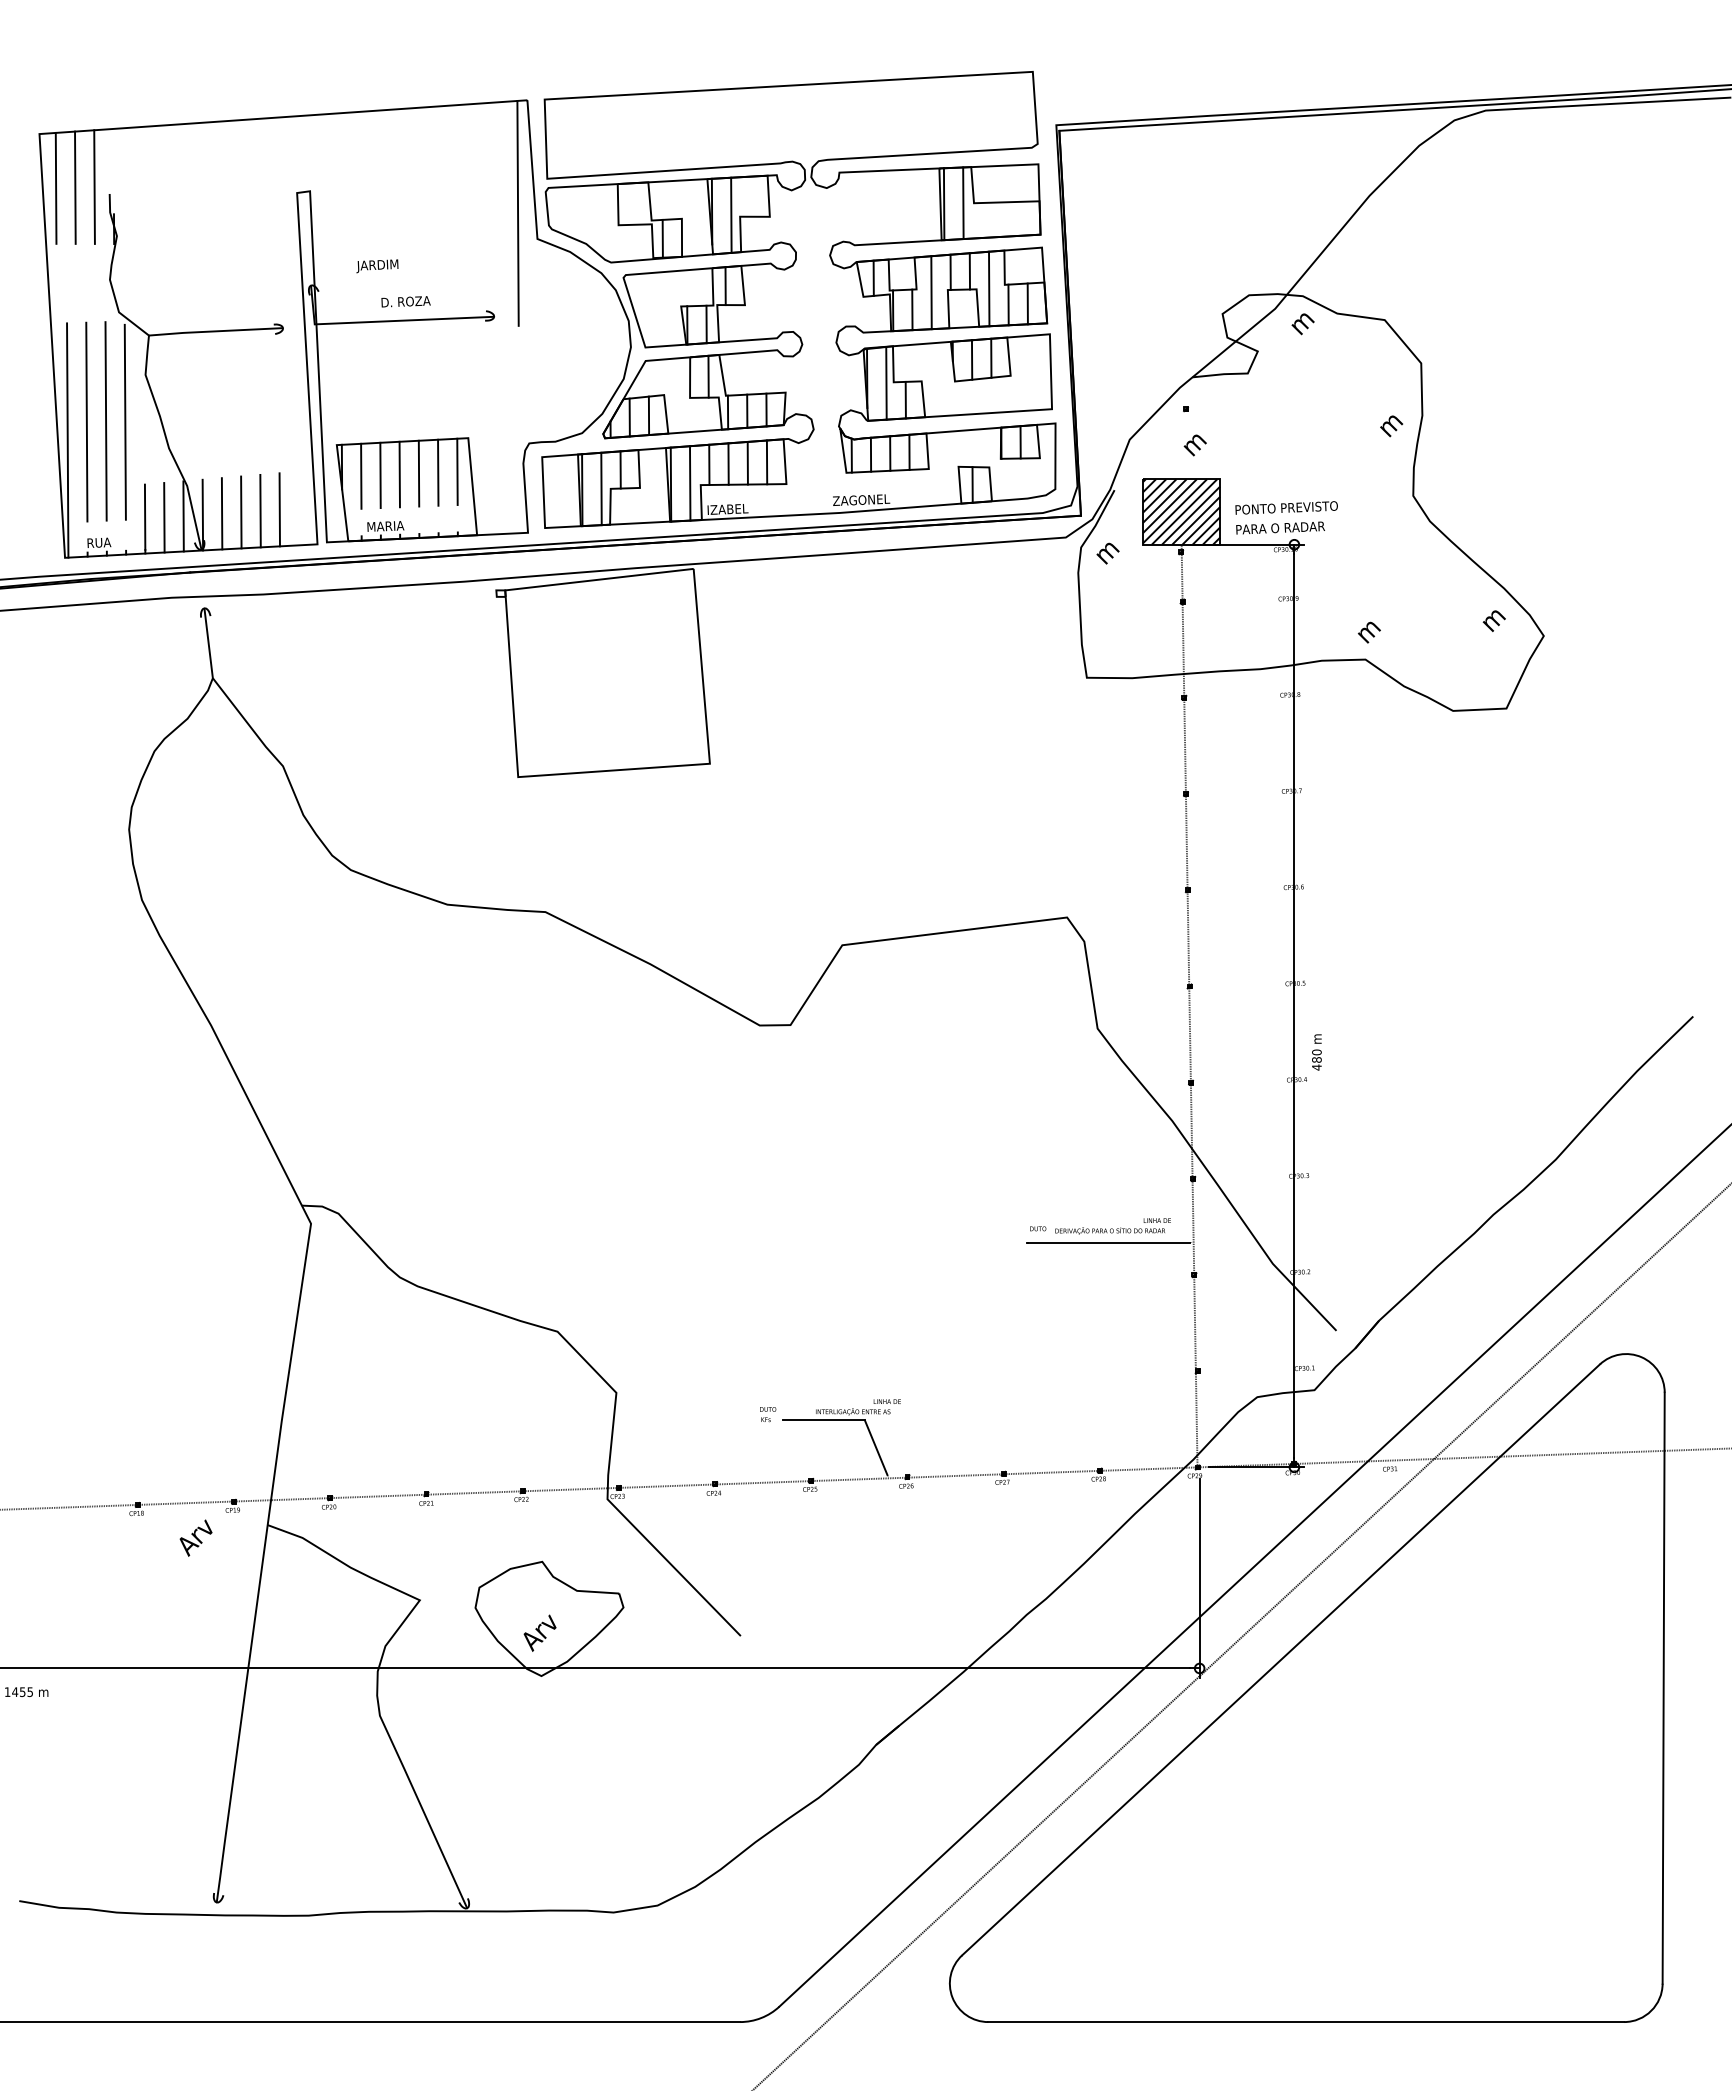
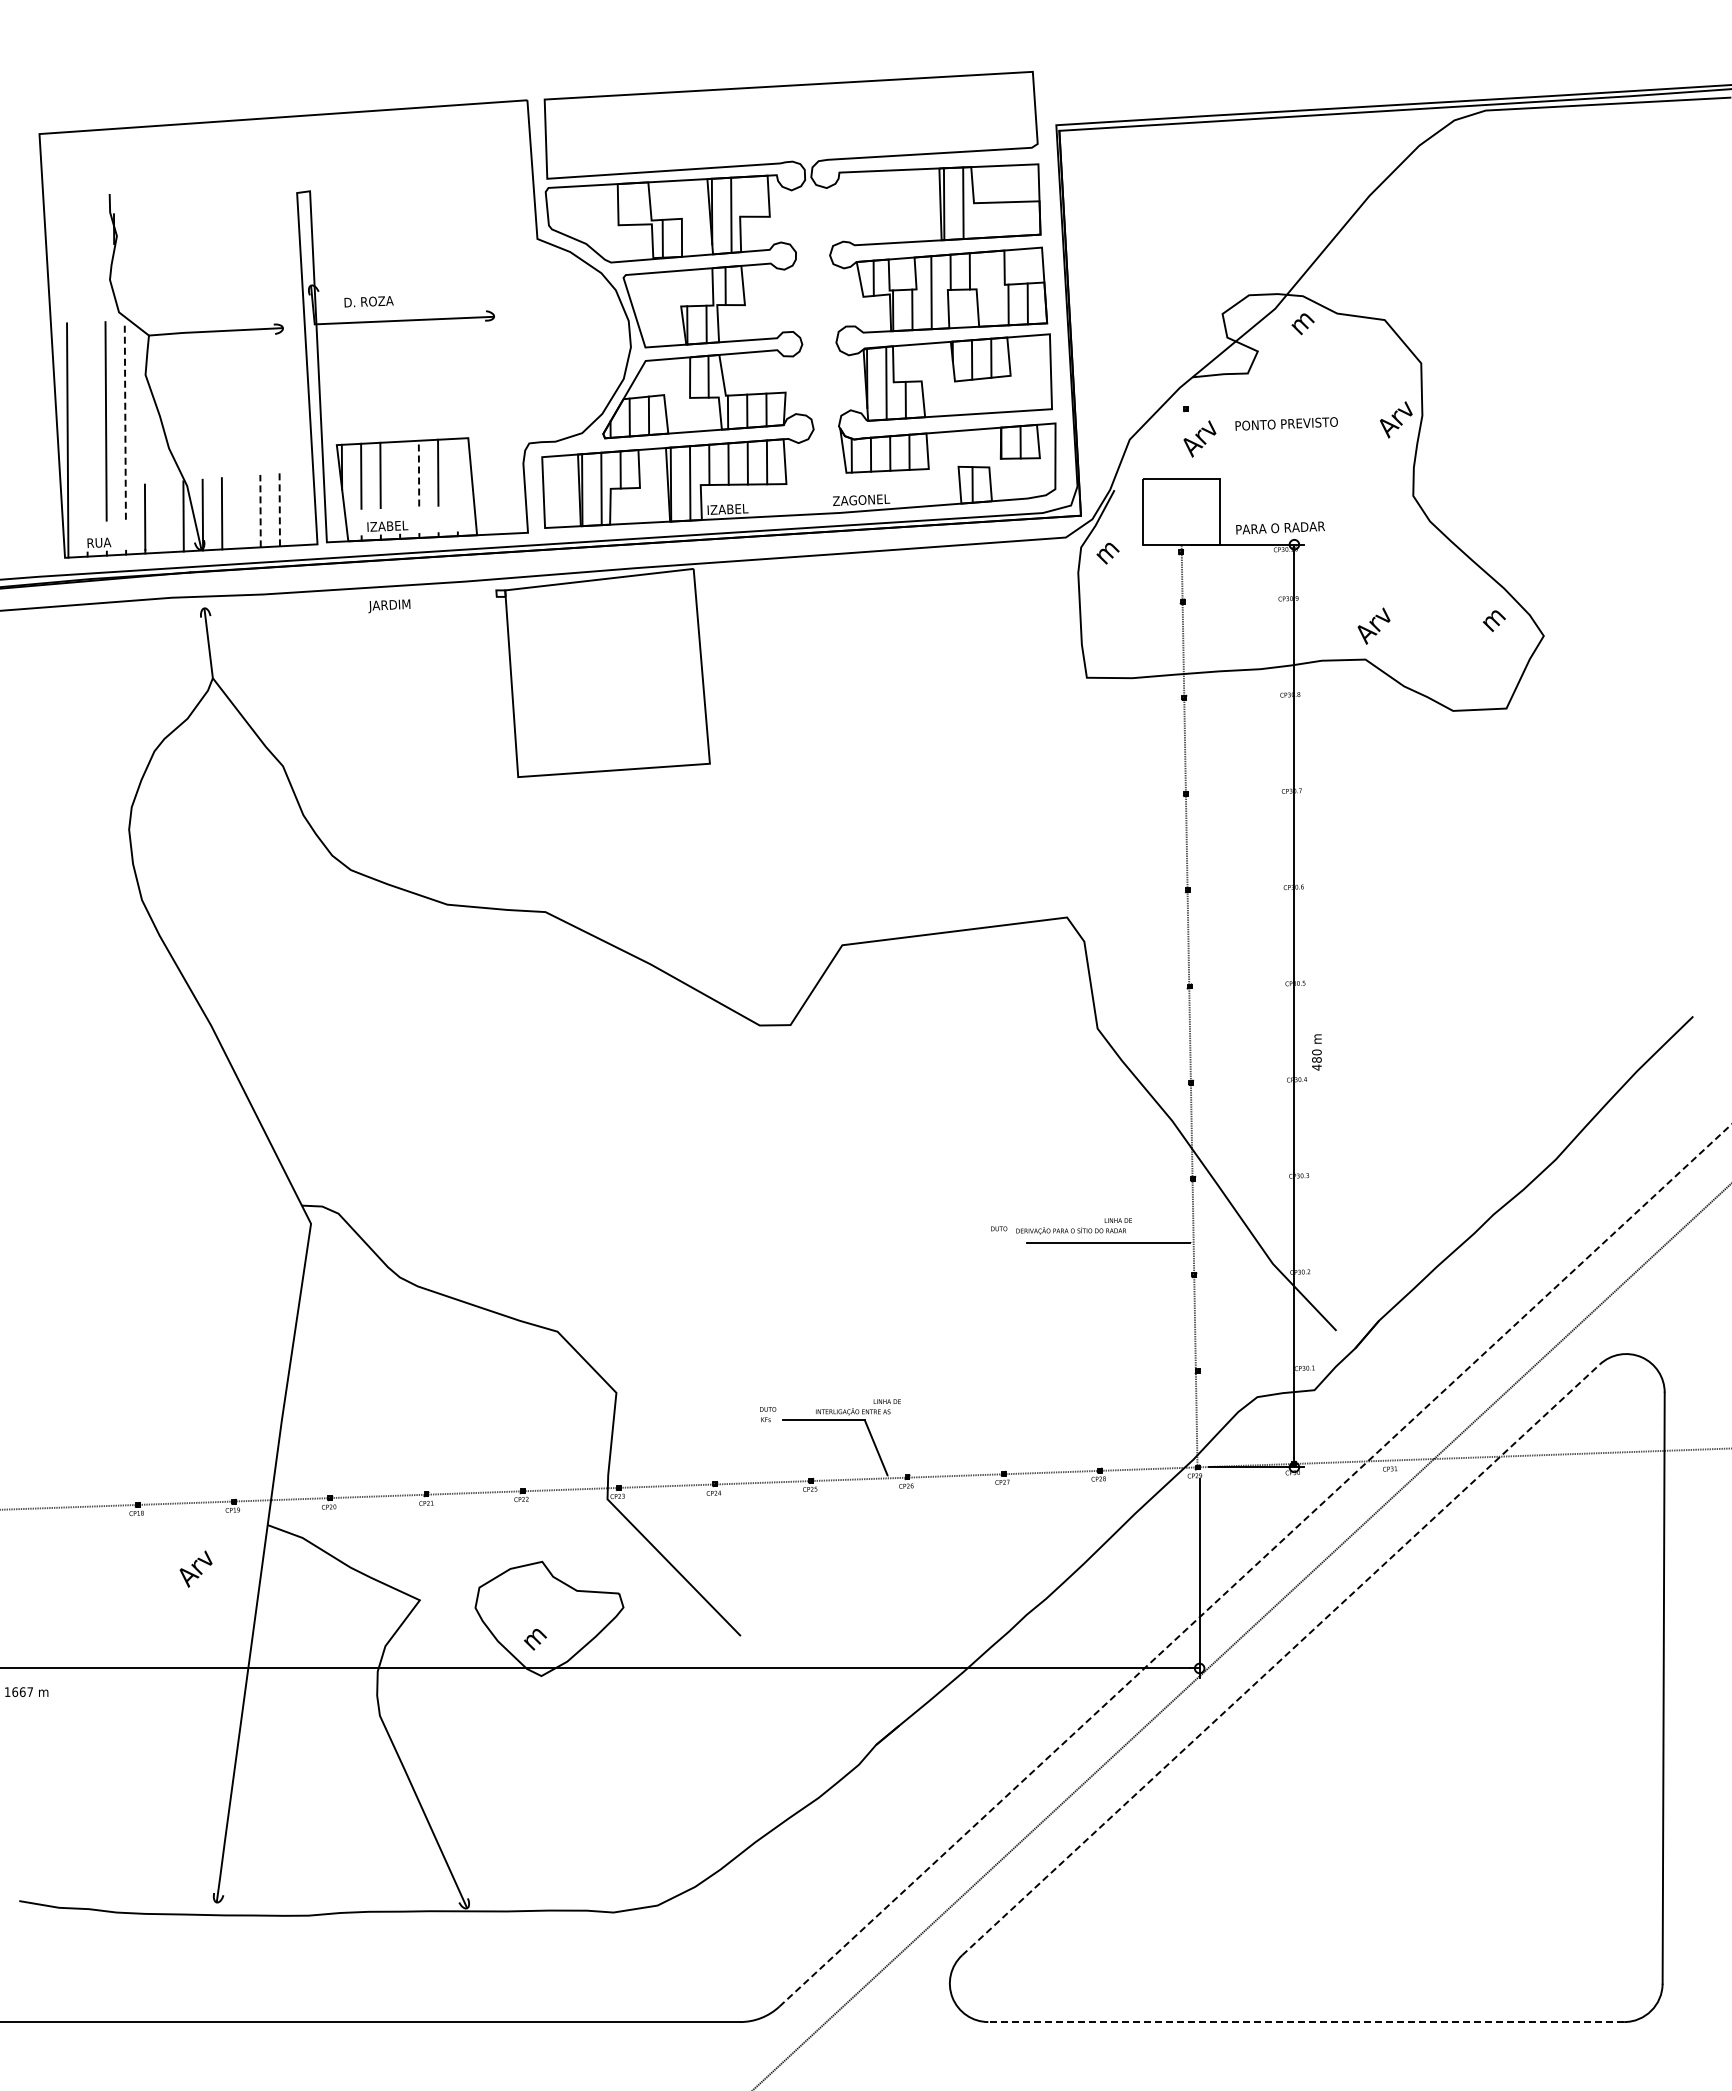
line at (94, 186): present -> none
line at (55, 187): present -> none
line at (75, 187): present -> none
line at (517, 212): present -> none
text at (377, 266) position: (377, 266) -> (389, 606)
line at (989, 288): present -> none
text at (405, 301) position: (405, 301) -> (368, 301)
text at (1396, 419): m -> Arv
line at (86, 421): present -> none
line at (125, 421): solid -> dashed
text at (1199, 438): m -> Arv
line at (457, 471): present -> none
line at (419, 473): solid -> dashed
line at (399, 474): present -> none
text at (1286, 507) position: (1286, 507) -> (1286, 423)
line at (279, 509): solid -> dashed
line at (260, 510): solid -> dashed
hatch at (1181, 511): present -> none
line at (241, 512): present -> none
line at (164, 517): present -> none
text at (388, 525): MARIA -> IZABEL
text at (1373, 625): m -> Arv
text at (1100, 1226) position: (1100, 1226) -> (1061, 1226)
text at (195, 1537) position: (195, 1537) -> (195, 1568)
line at (1255, 1565): solid -> dashed
text at (539, 1632): Arv -> m
line at (1281, 1659): solid -> dashed
text at (22, 1692): 1455 -> 1667
line at (1306, 2022): solid -> dashed
